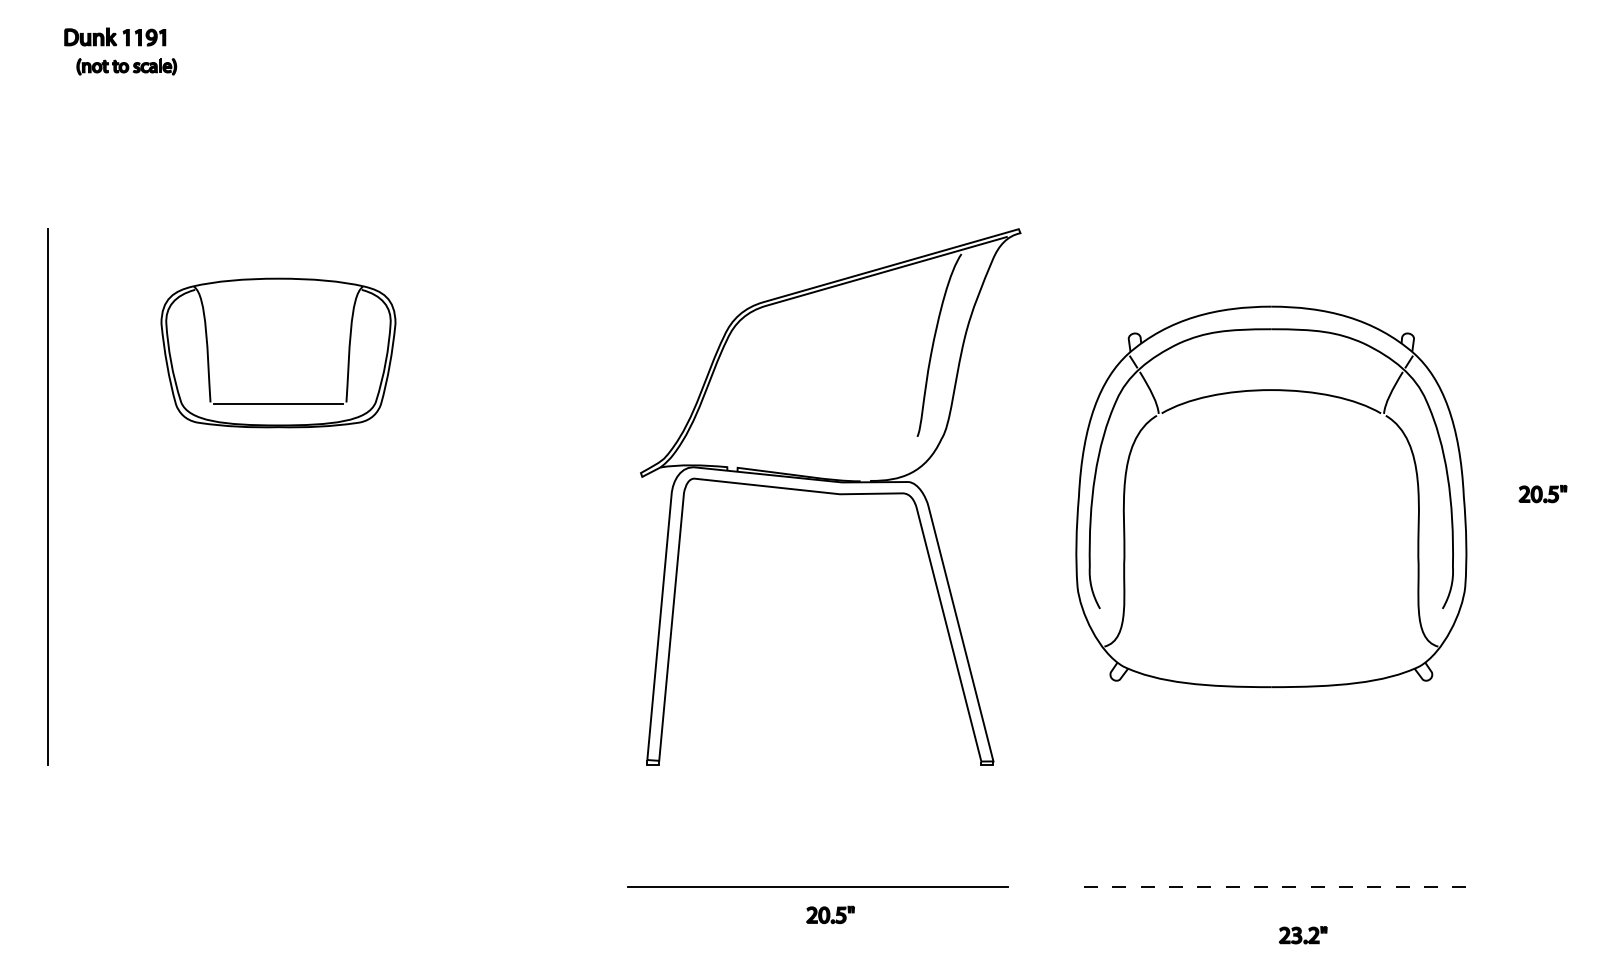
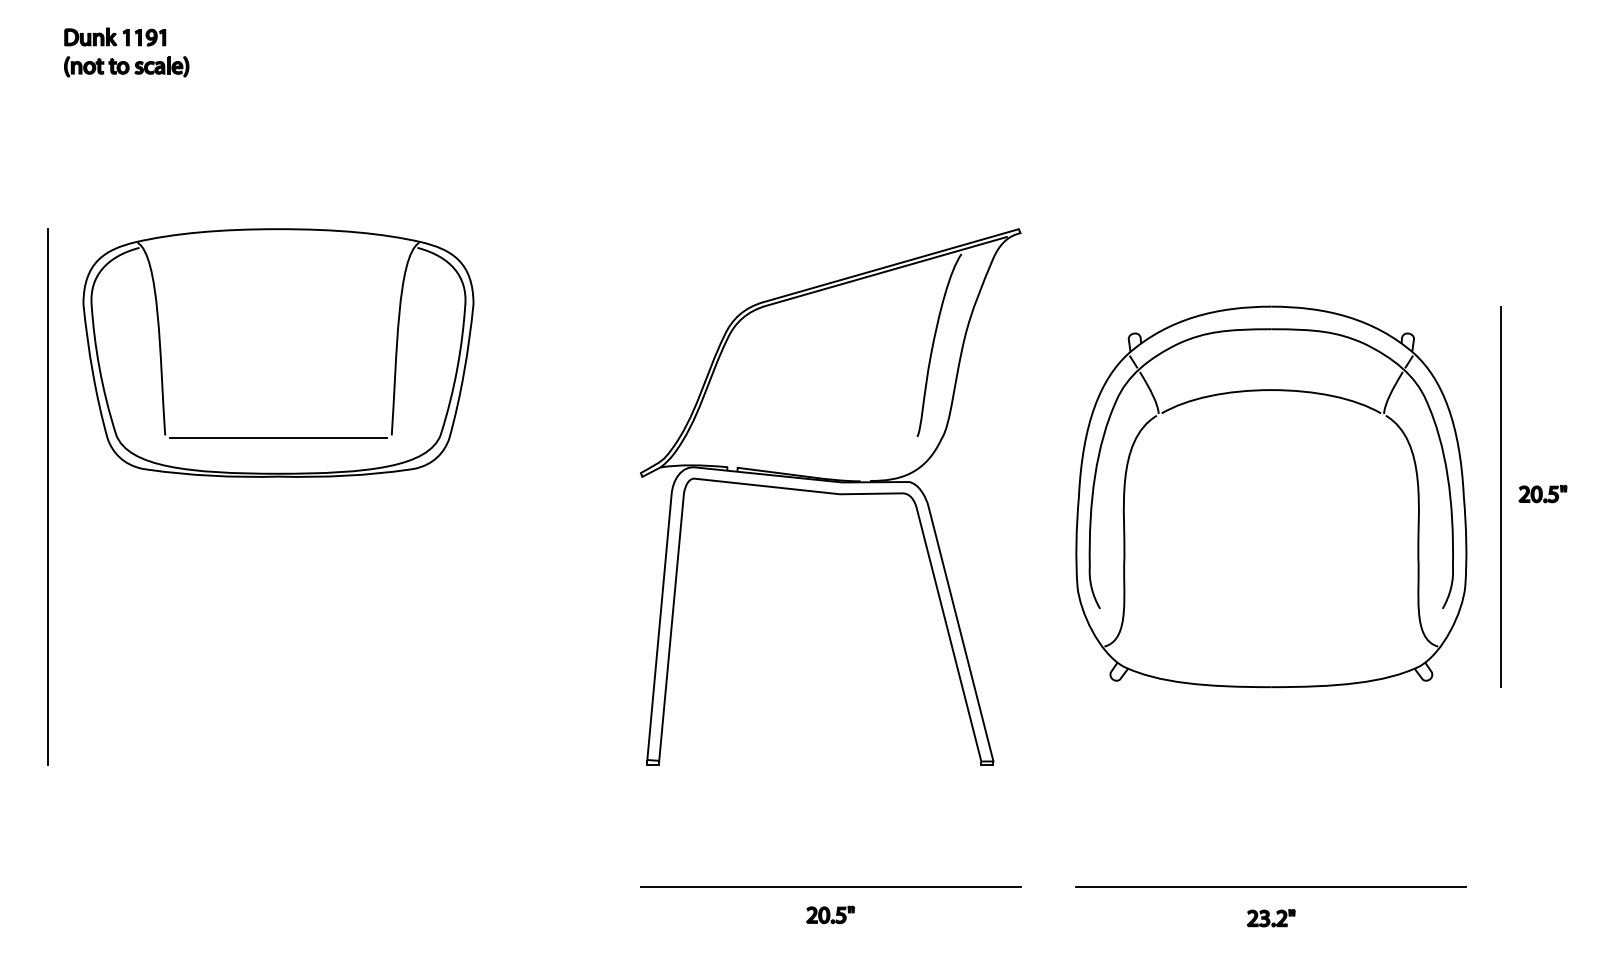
part at (126, 66) size: 102x18 px -> 126x22 px
part at (278, 352) size: 237x152 px -> 393x250 px
line at (1501, 496): none -> present
line at (817, 886) position: (817, 886) -> (830, 886)
line at (1270, 887): dashed -> solid
part at (1303, 935) position: (1303, 935) -> (1271, 918)
